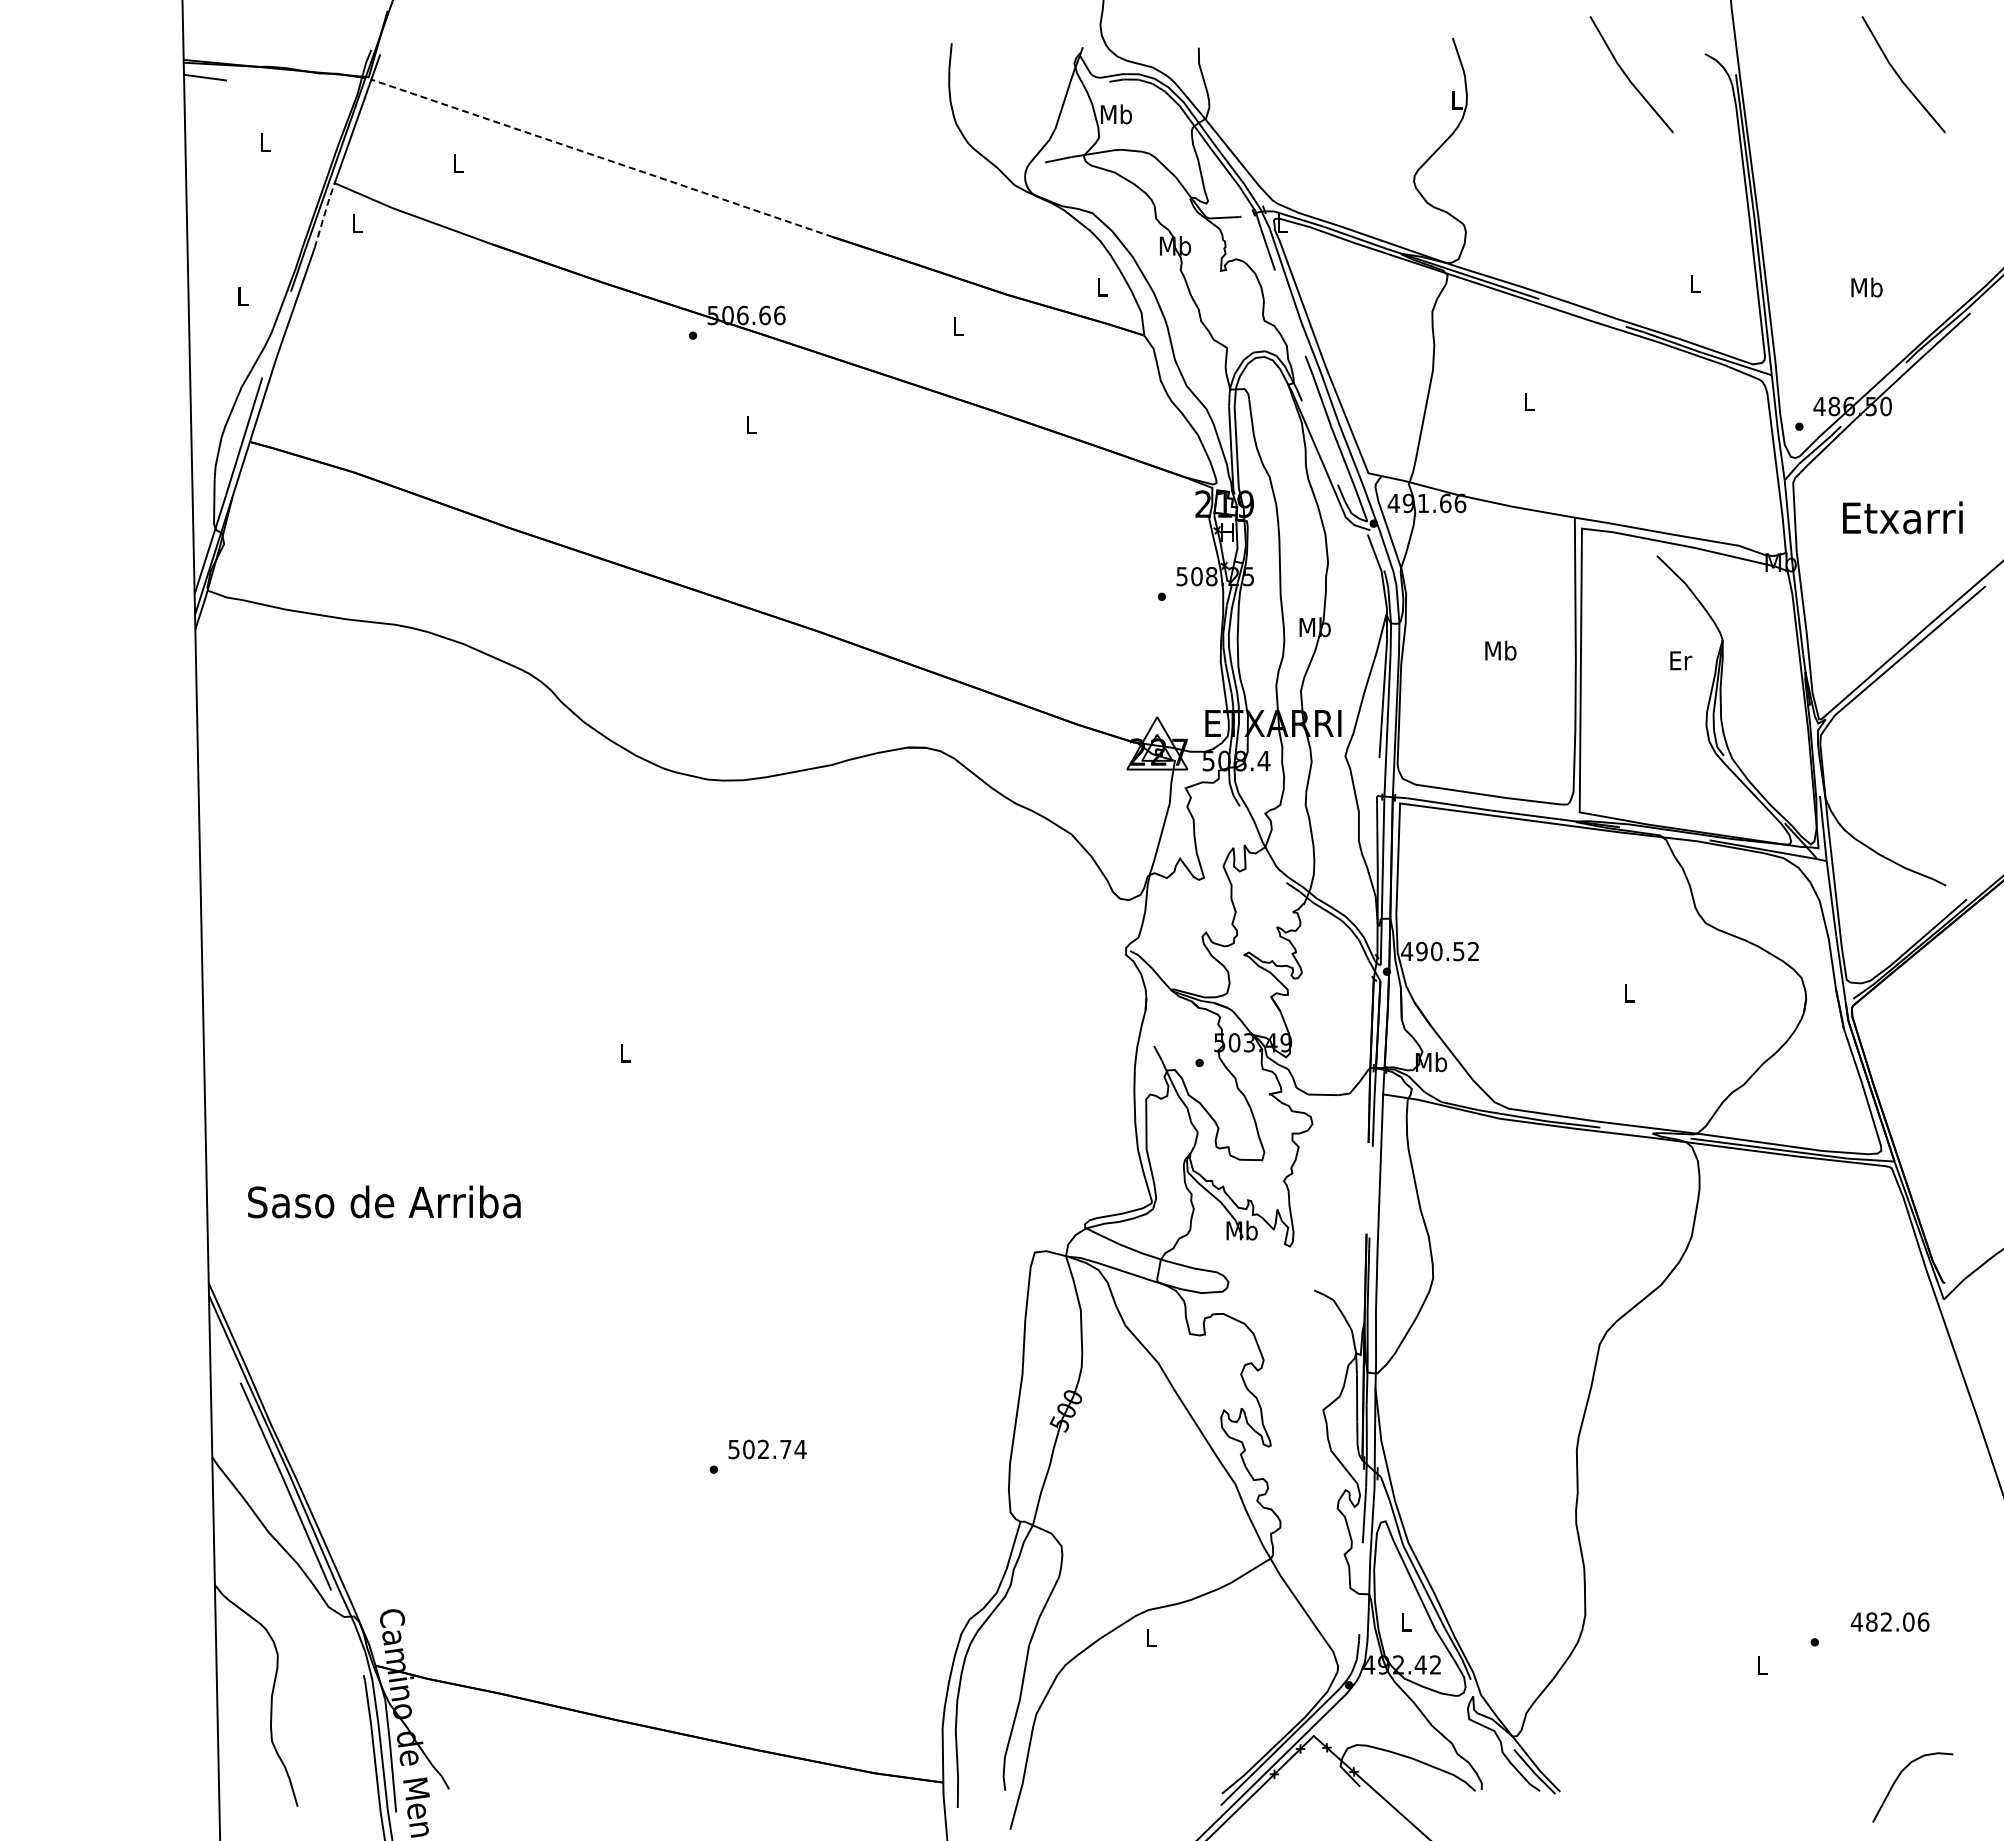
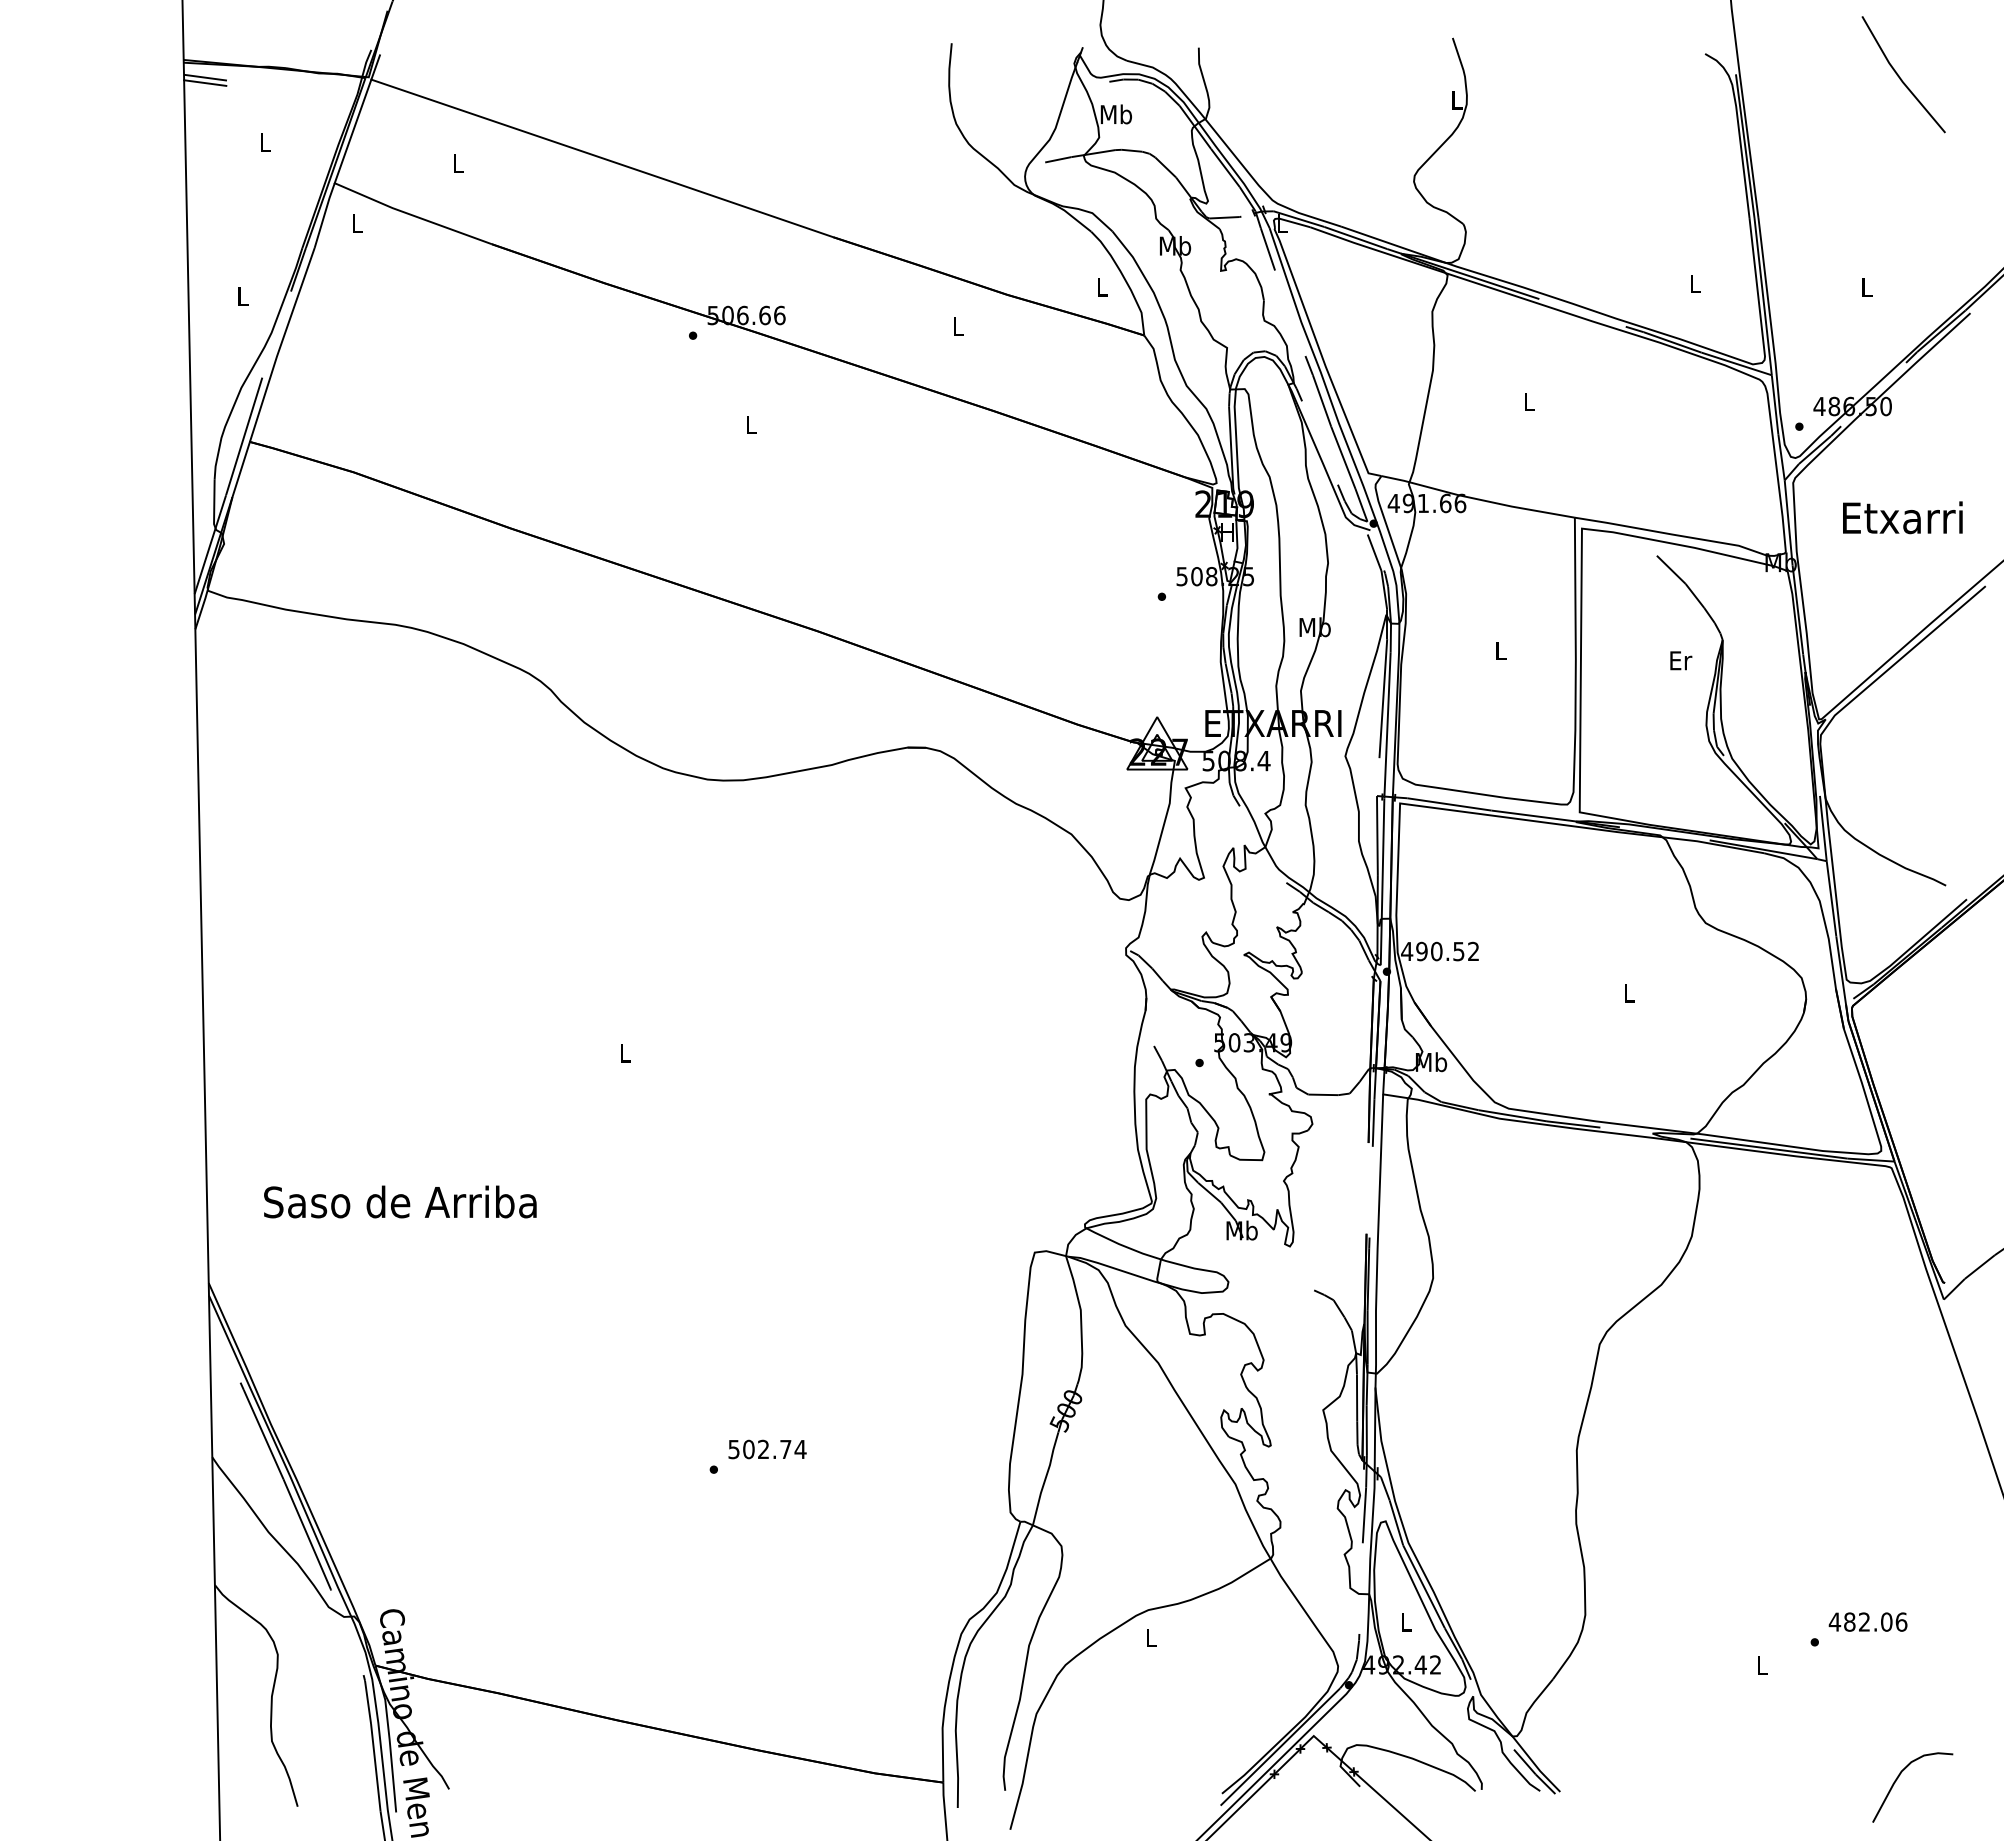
line at (1627, 75): present -> none
line at (205, 82): none -> present
line at (603, 158): dashed -> solid
line at (324, 214): dashed -> solid
text at (1866, 287): Mb -> L
text at (1500, 650): Mb -> L
text at (384, 1201) position: (384, 1201) -> (400, 1201)
text at (1889, 1621) position: (1889, 1621) -> (1867, 1621)
